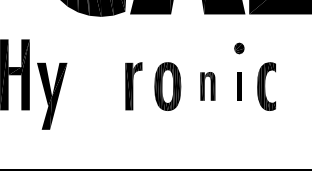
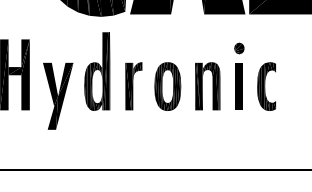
part at (97, 71): none -> present
part at (207, 86) size: 16x29 px -> 26x49 px
part at (239, 86) size: 5x29 px -> 8x47 px
part at (52, 95) position: (52, 95) -> (58, 95)
